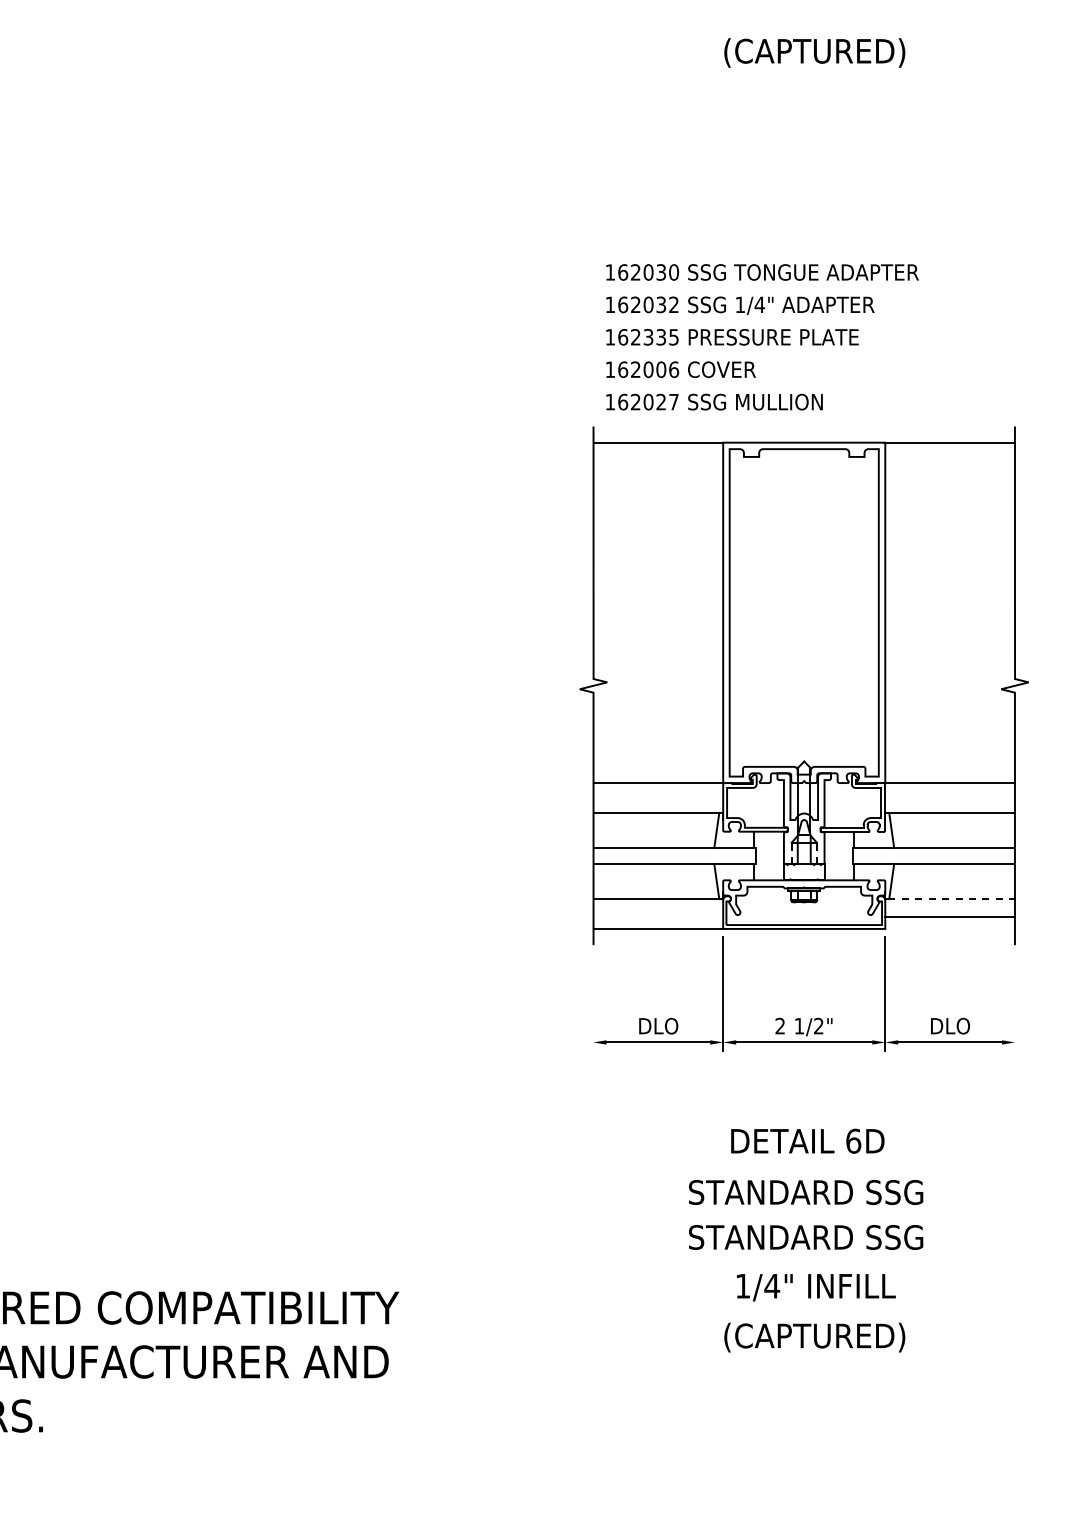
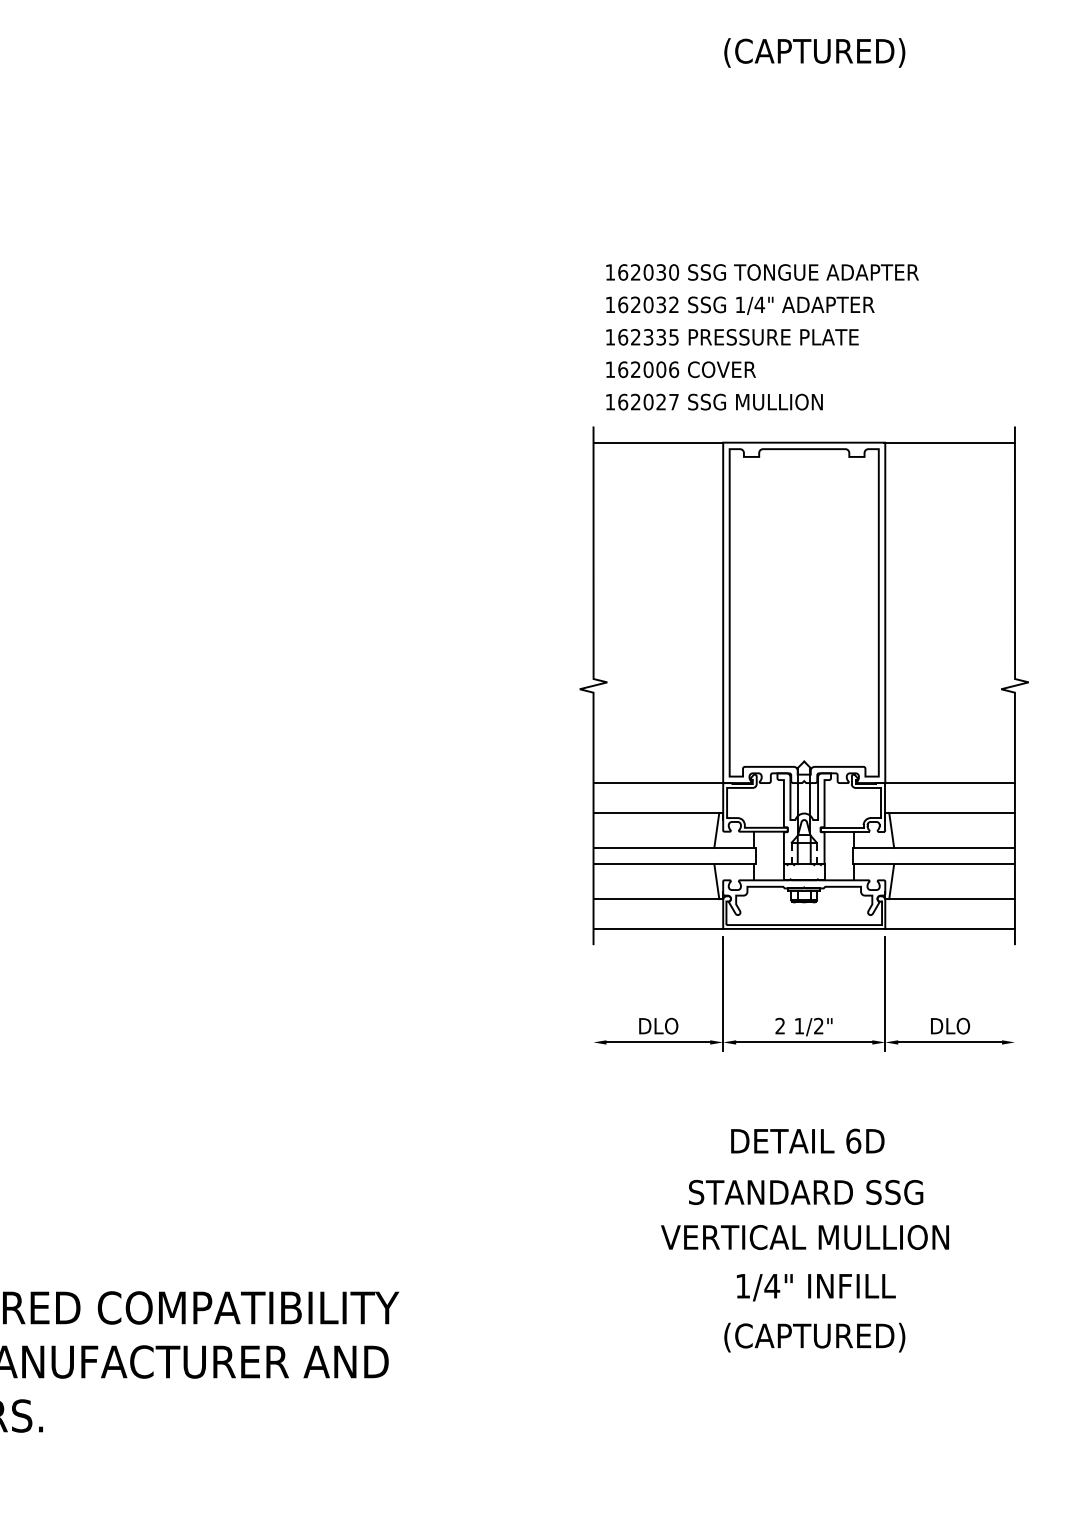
line at (952, 899): dashed -> solid
line at (949, 916) position: (949, 916) -> (949, 928)
text at (804, 1236): STANDARD SSG -> VERTICAL MULLION
